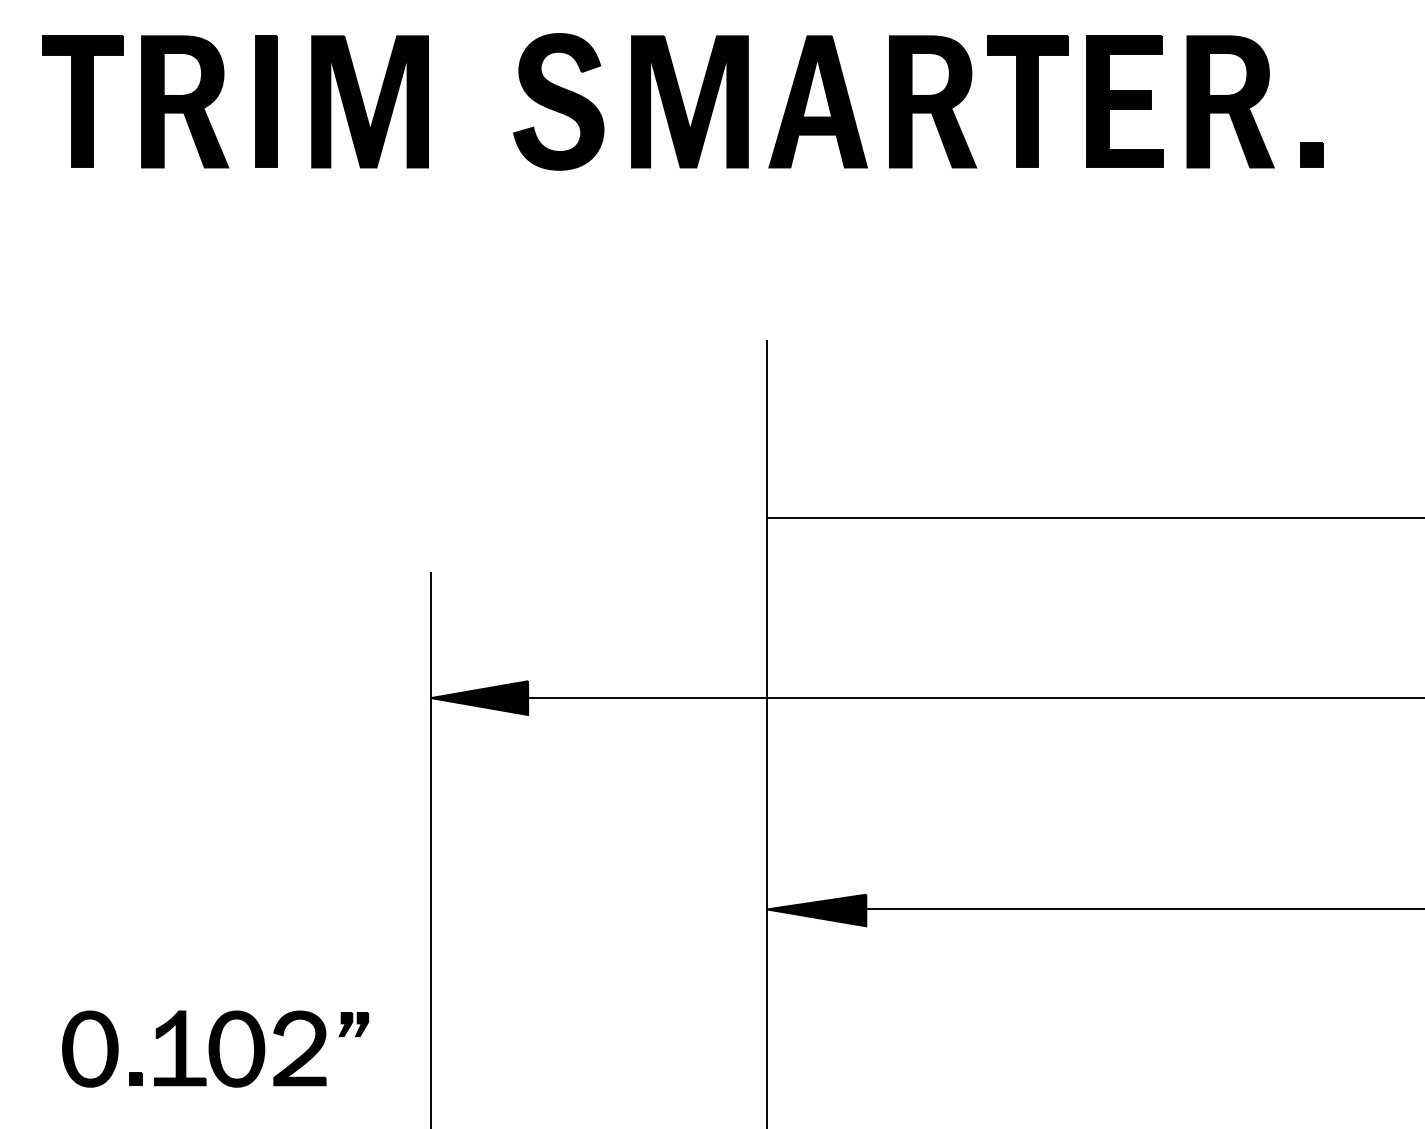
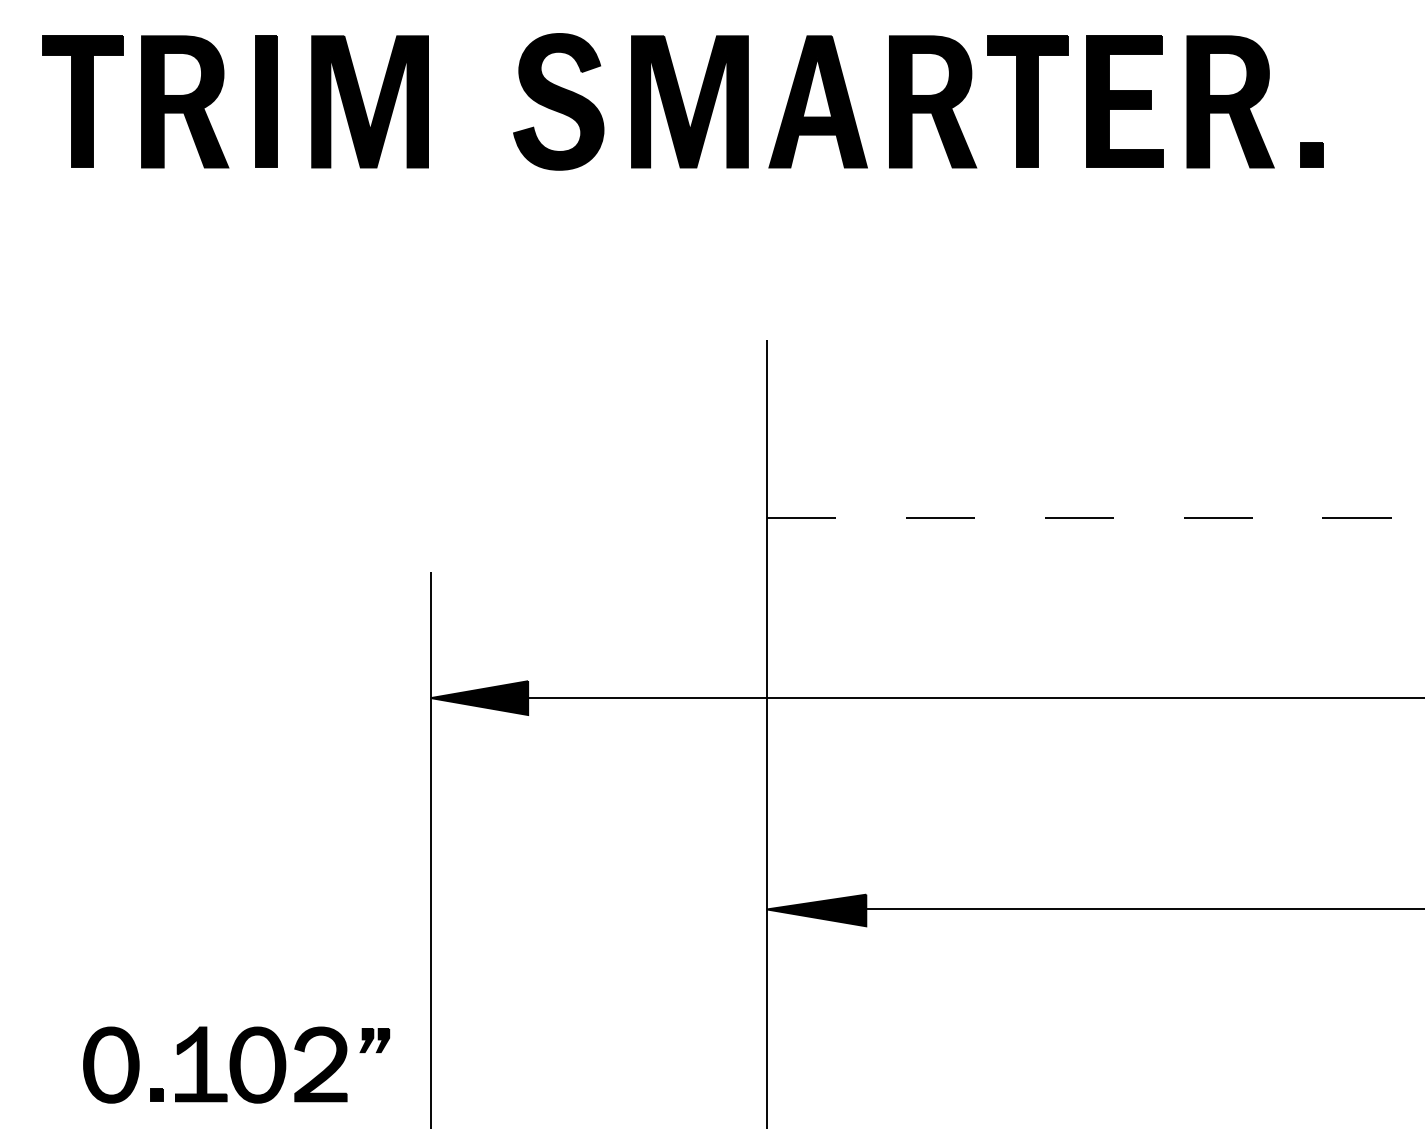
line at (1095, 518): solid -> dashed
part at (215, 1048) position: (215, 1048) -> (236, 1064)
